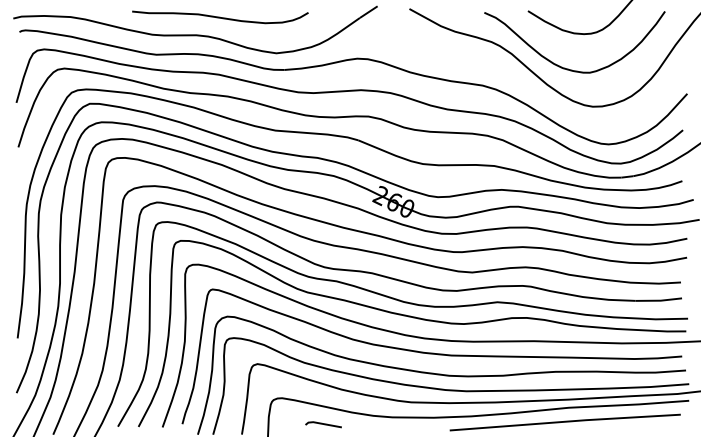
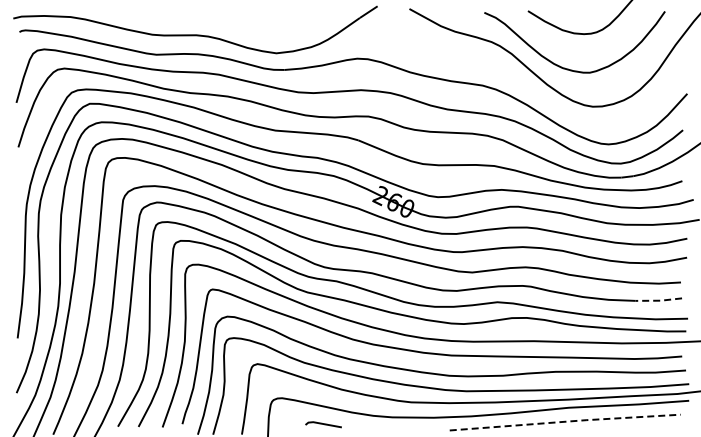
curve at (220, 17): present -> none
line at (658, 300): solid -> dashed
line at (566, 421): solid -> dashed
